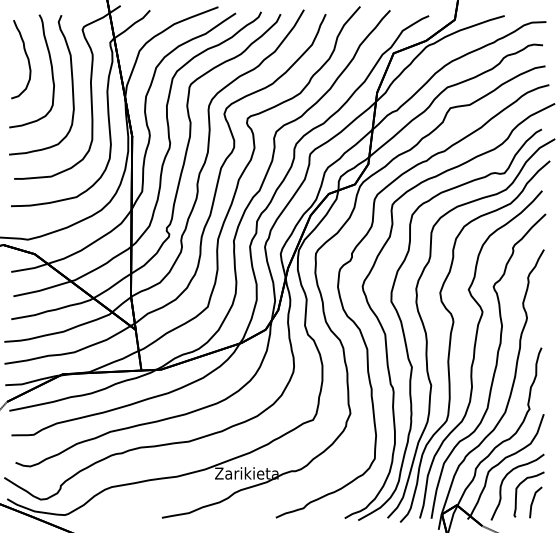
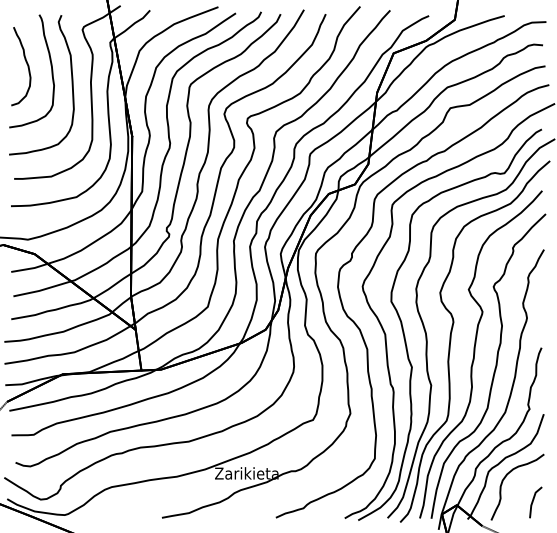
curve at (26, 57) position: (26, 57) -> (26, 64)
part at (517, 493): present -> none
